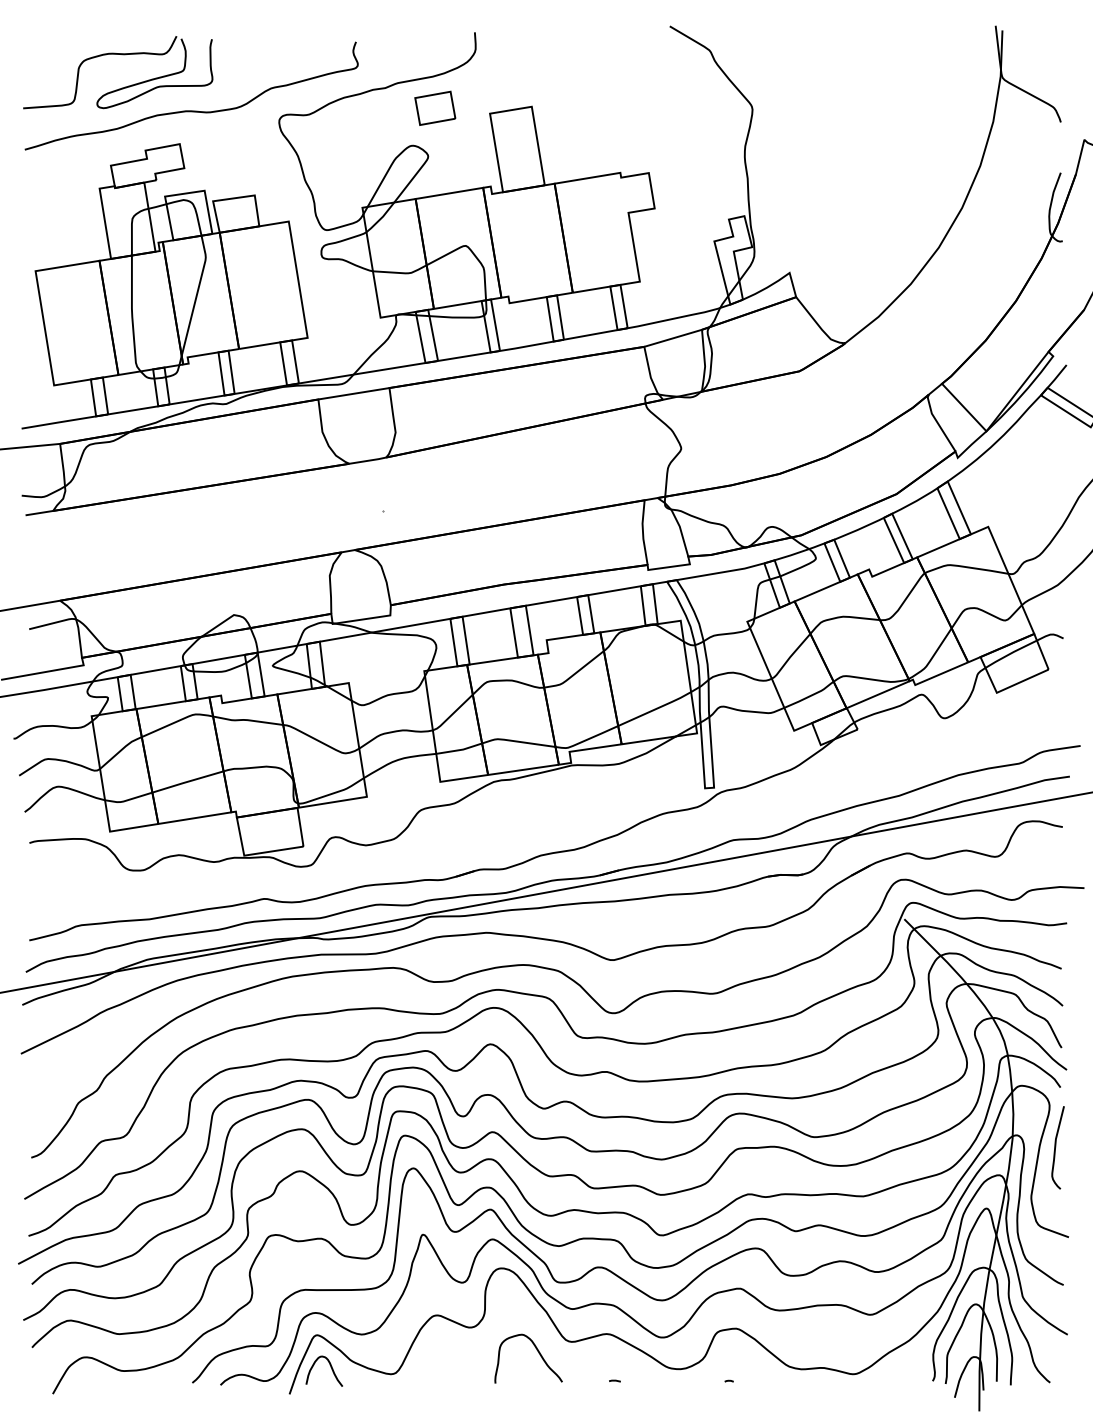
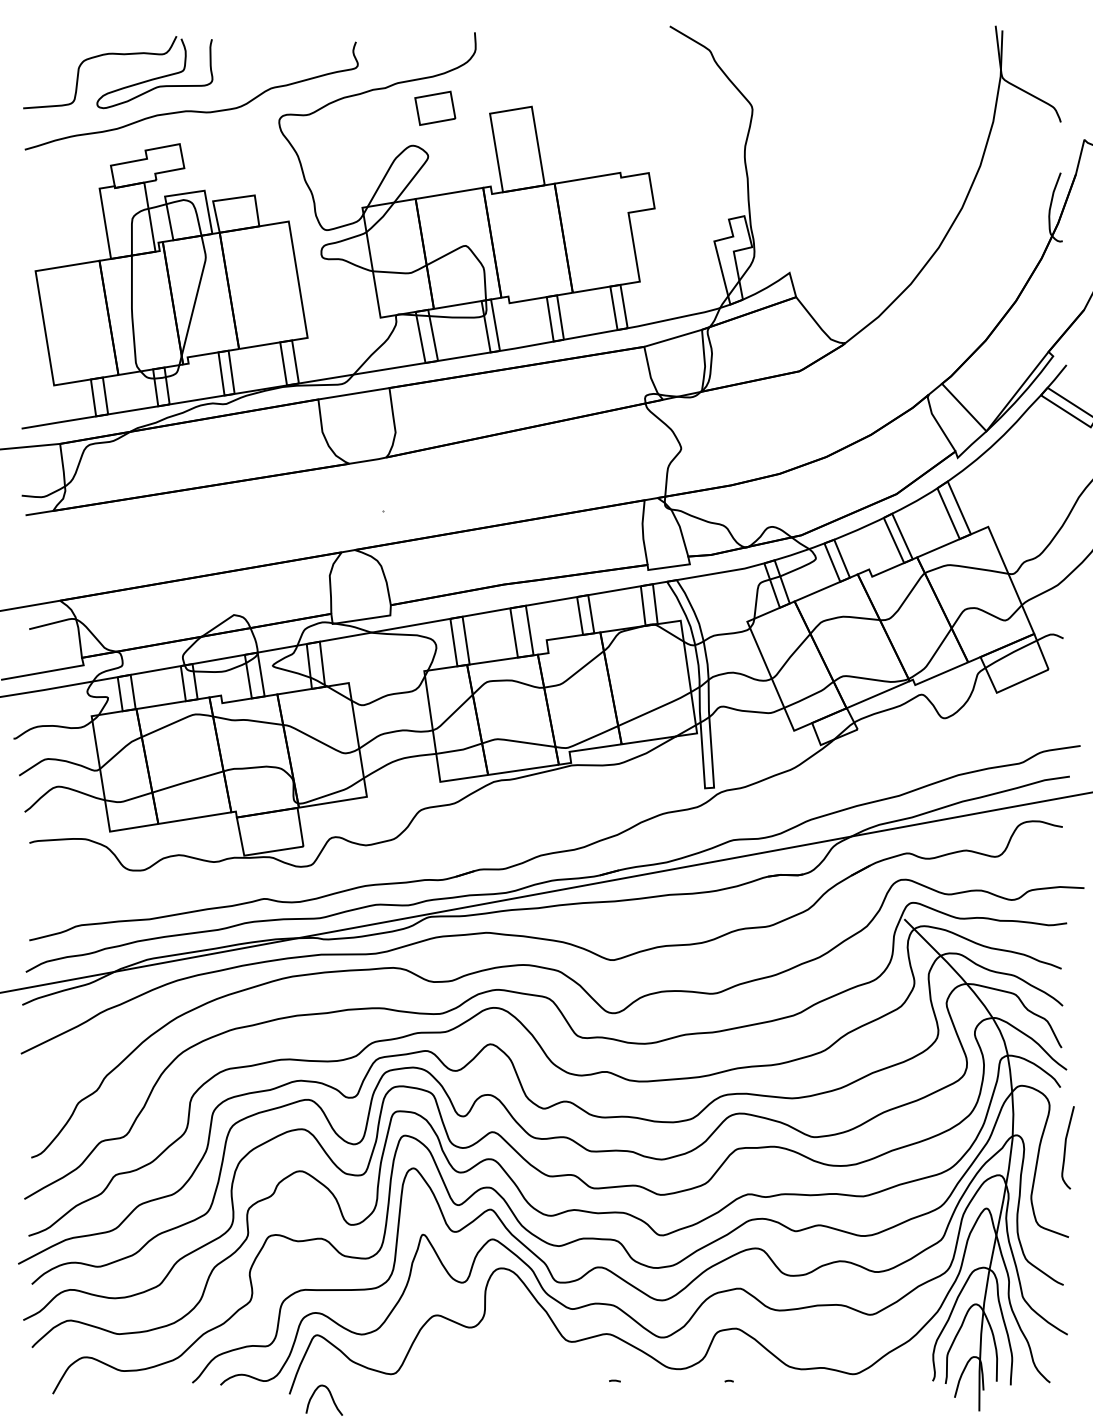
curve at (1056, 1147) position: (1056, 1147) -> (1066, 1147)
curve at (538, 1353): present -> none
curve at (330, 1367) position: (330, 1367) -> (330, 1396)
